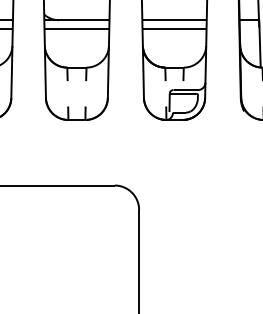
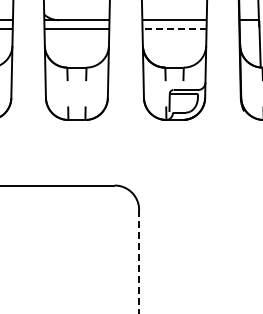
line at (174, 28): solid -> dashed
line at (139, 261): solid -> dashed
